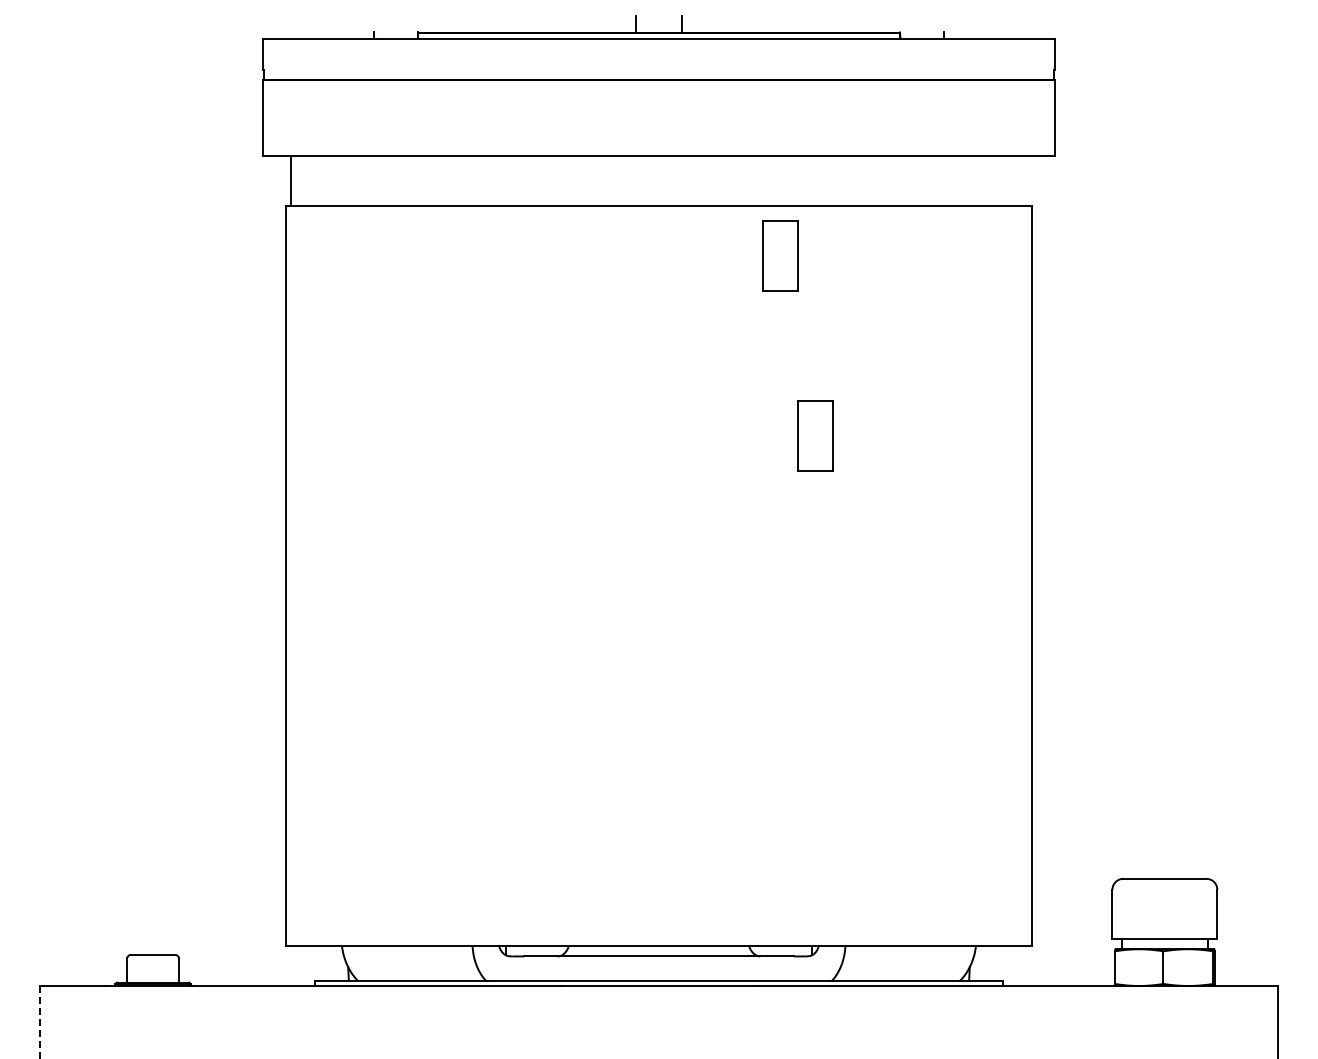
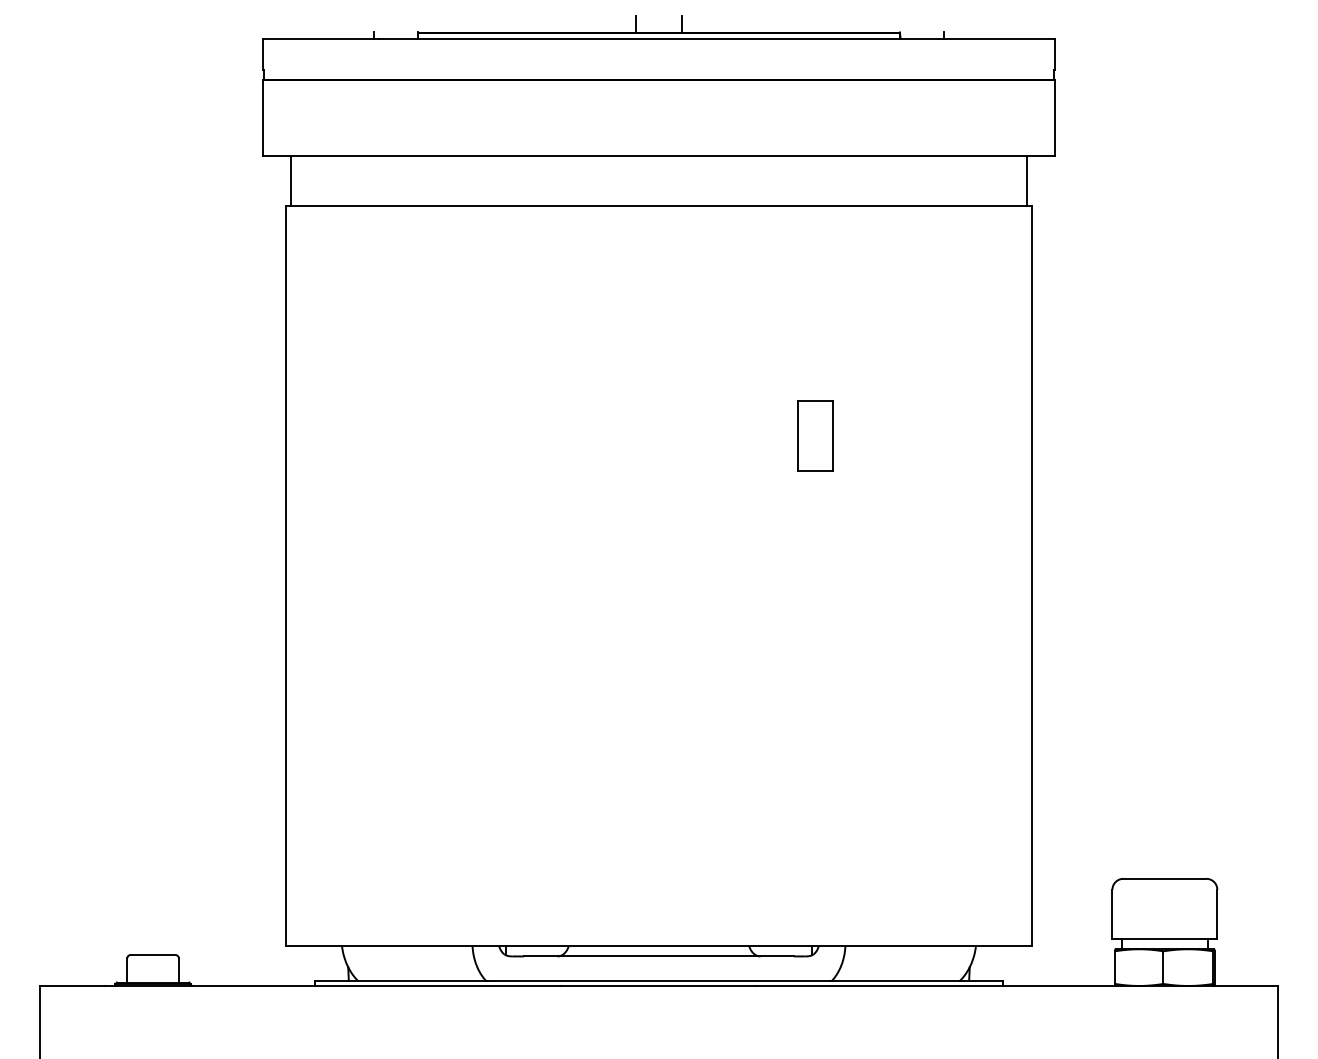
line at (1027, 180): none -> present
part at (780, 255): present -> none
line at (39, 1022): dashed -> solid
